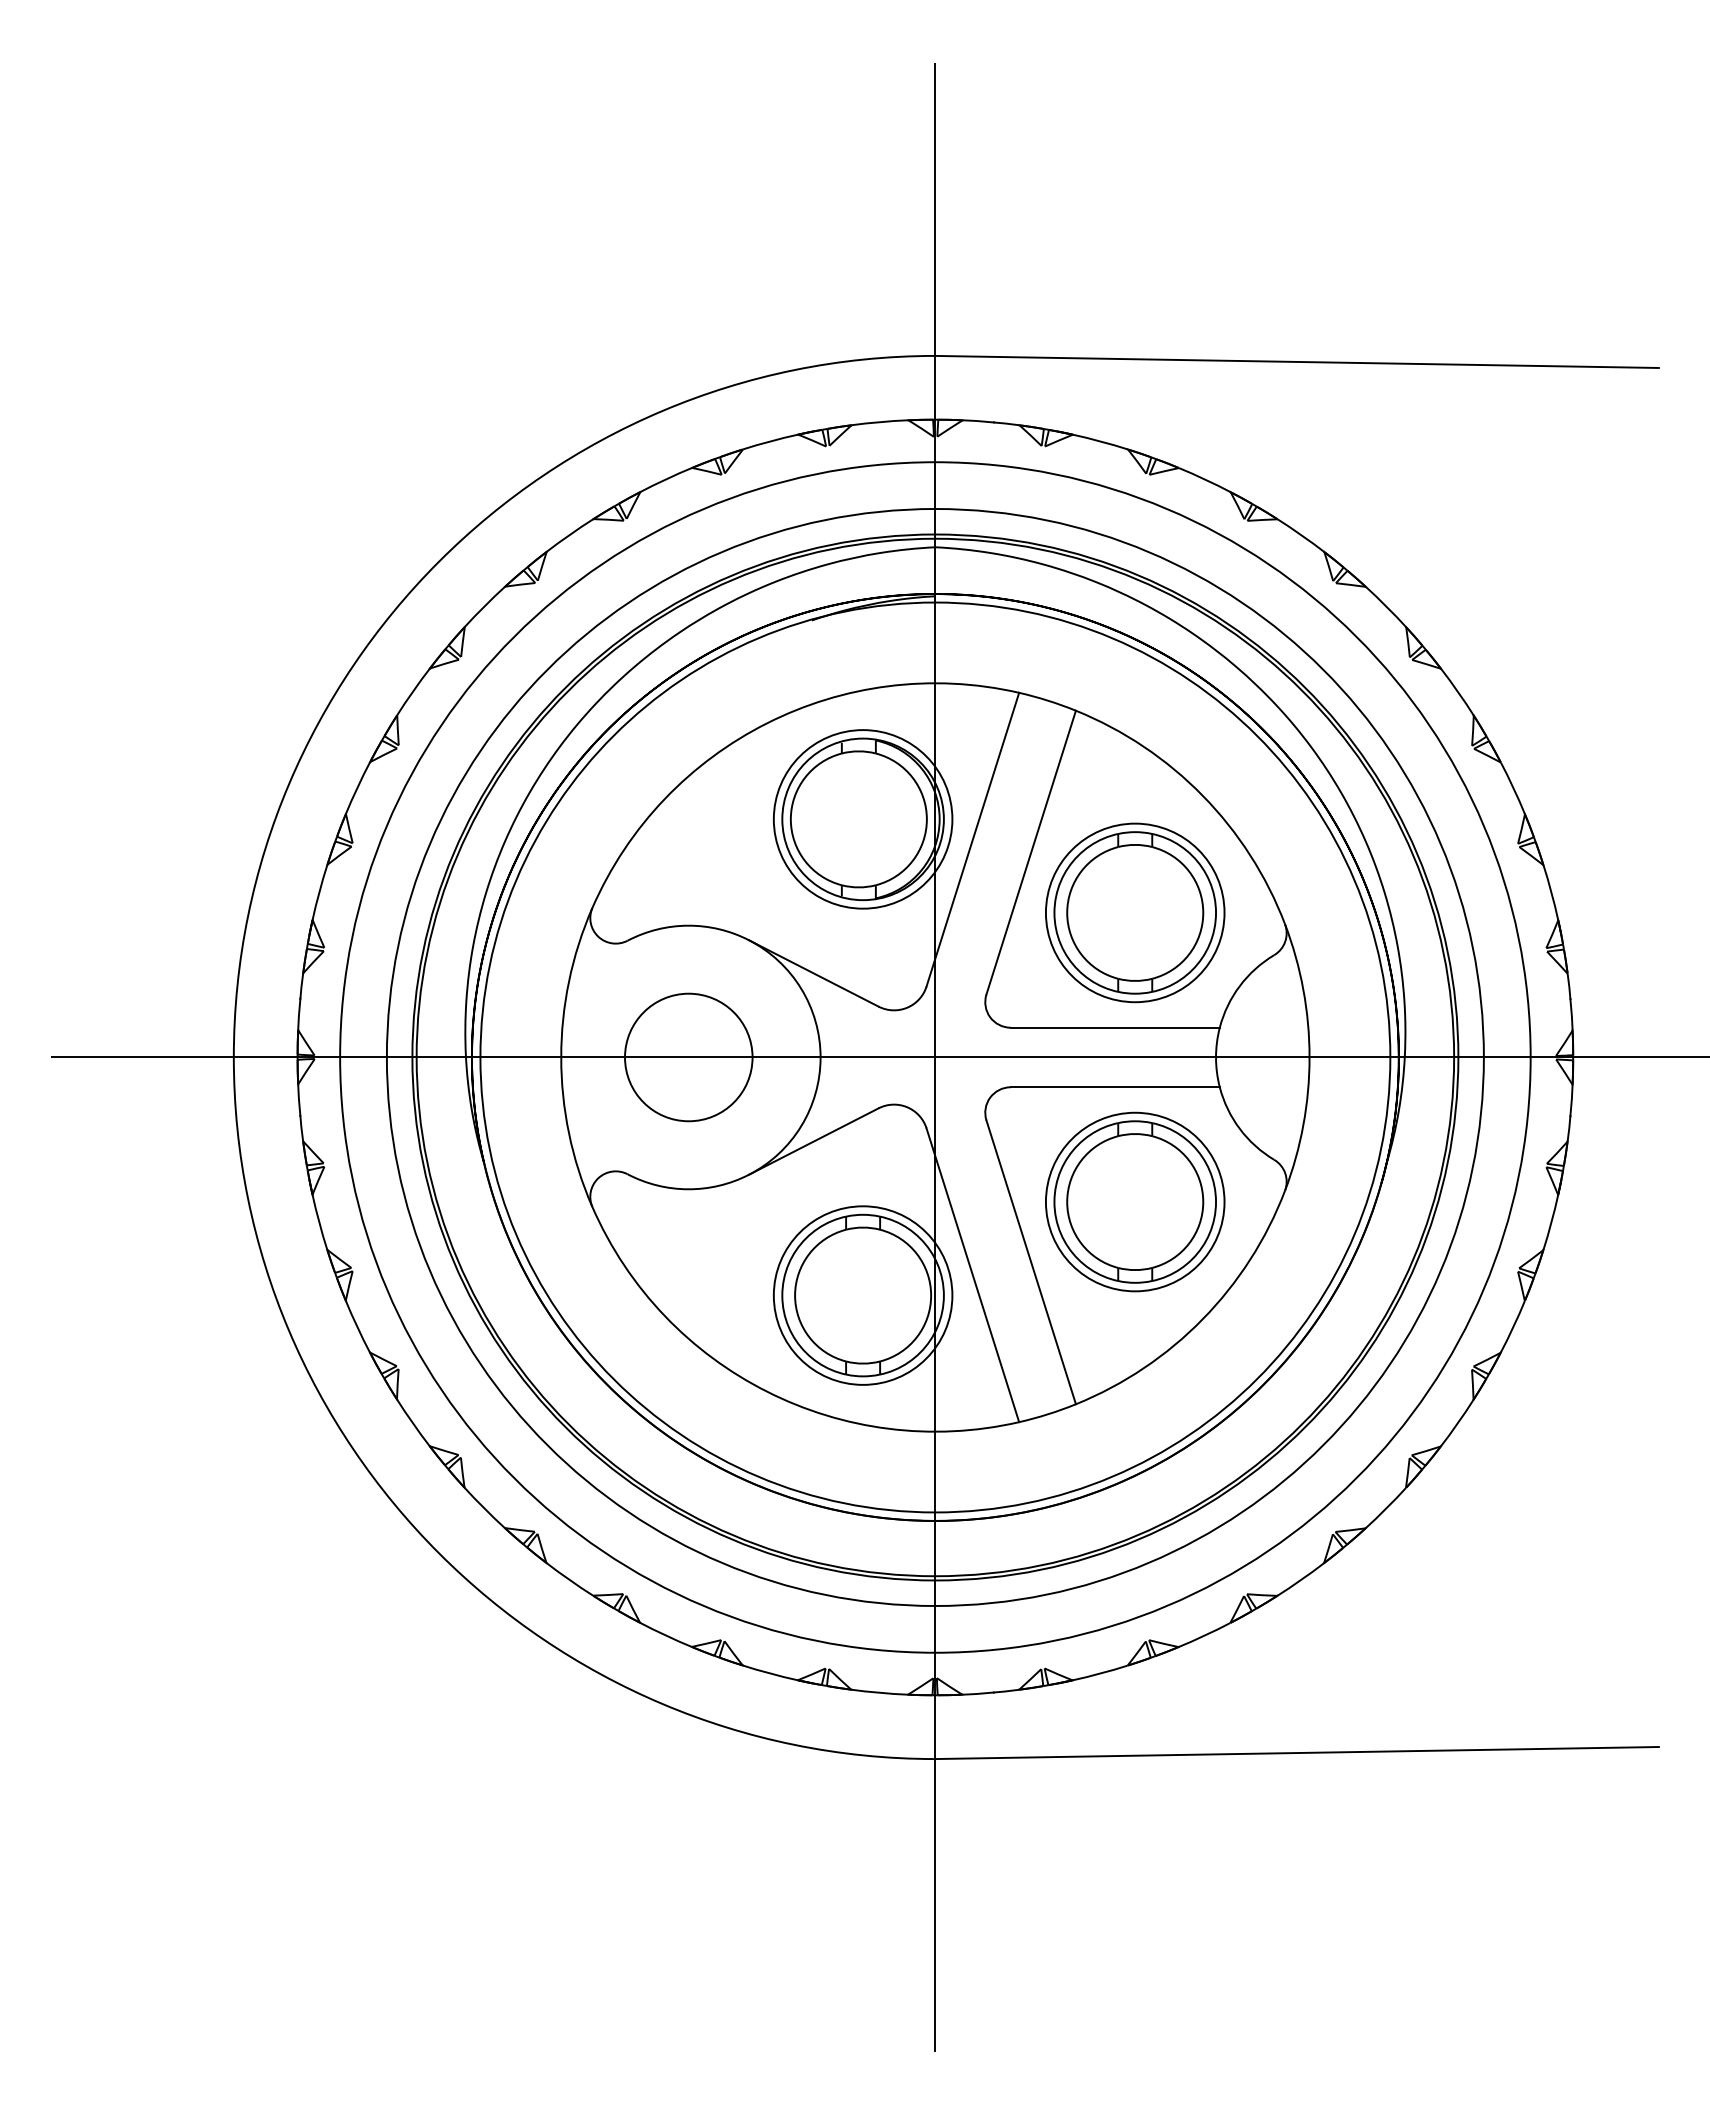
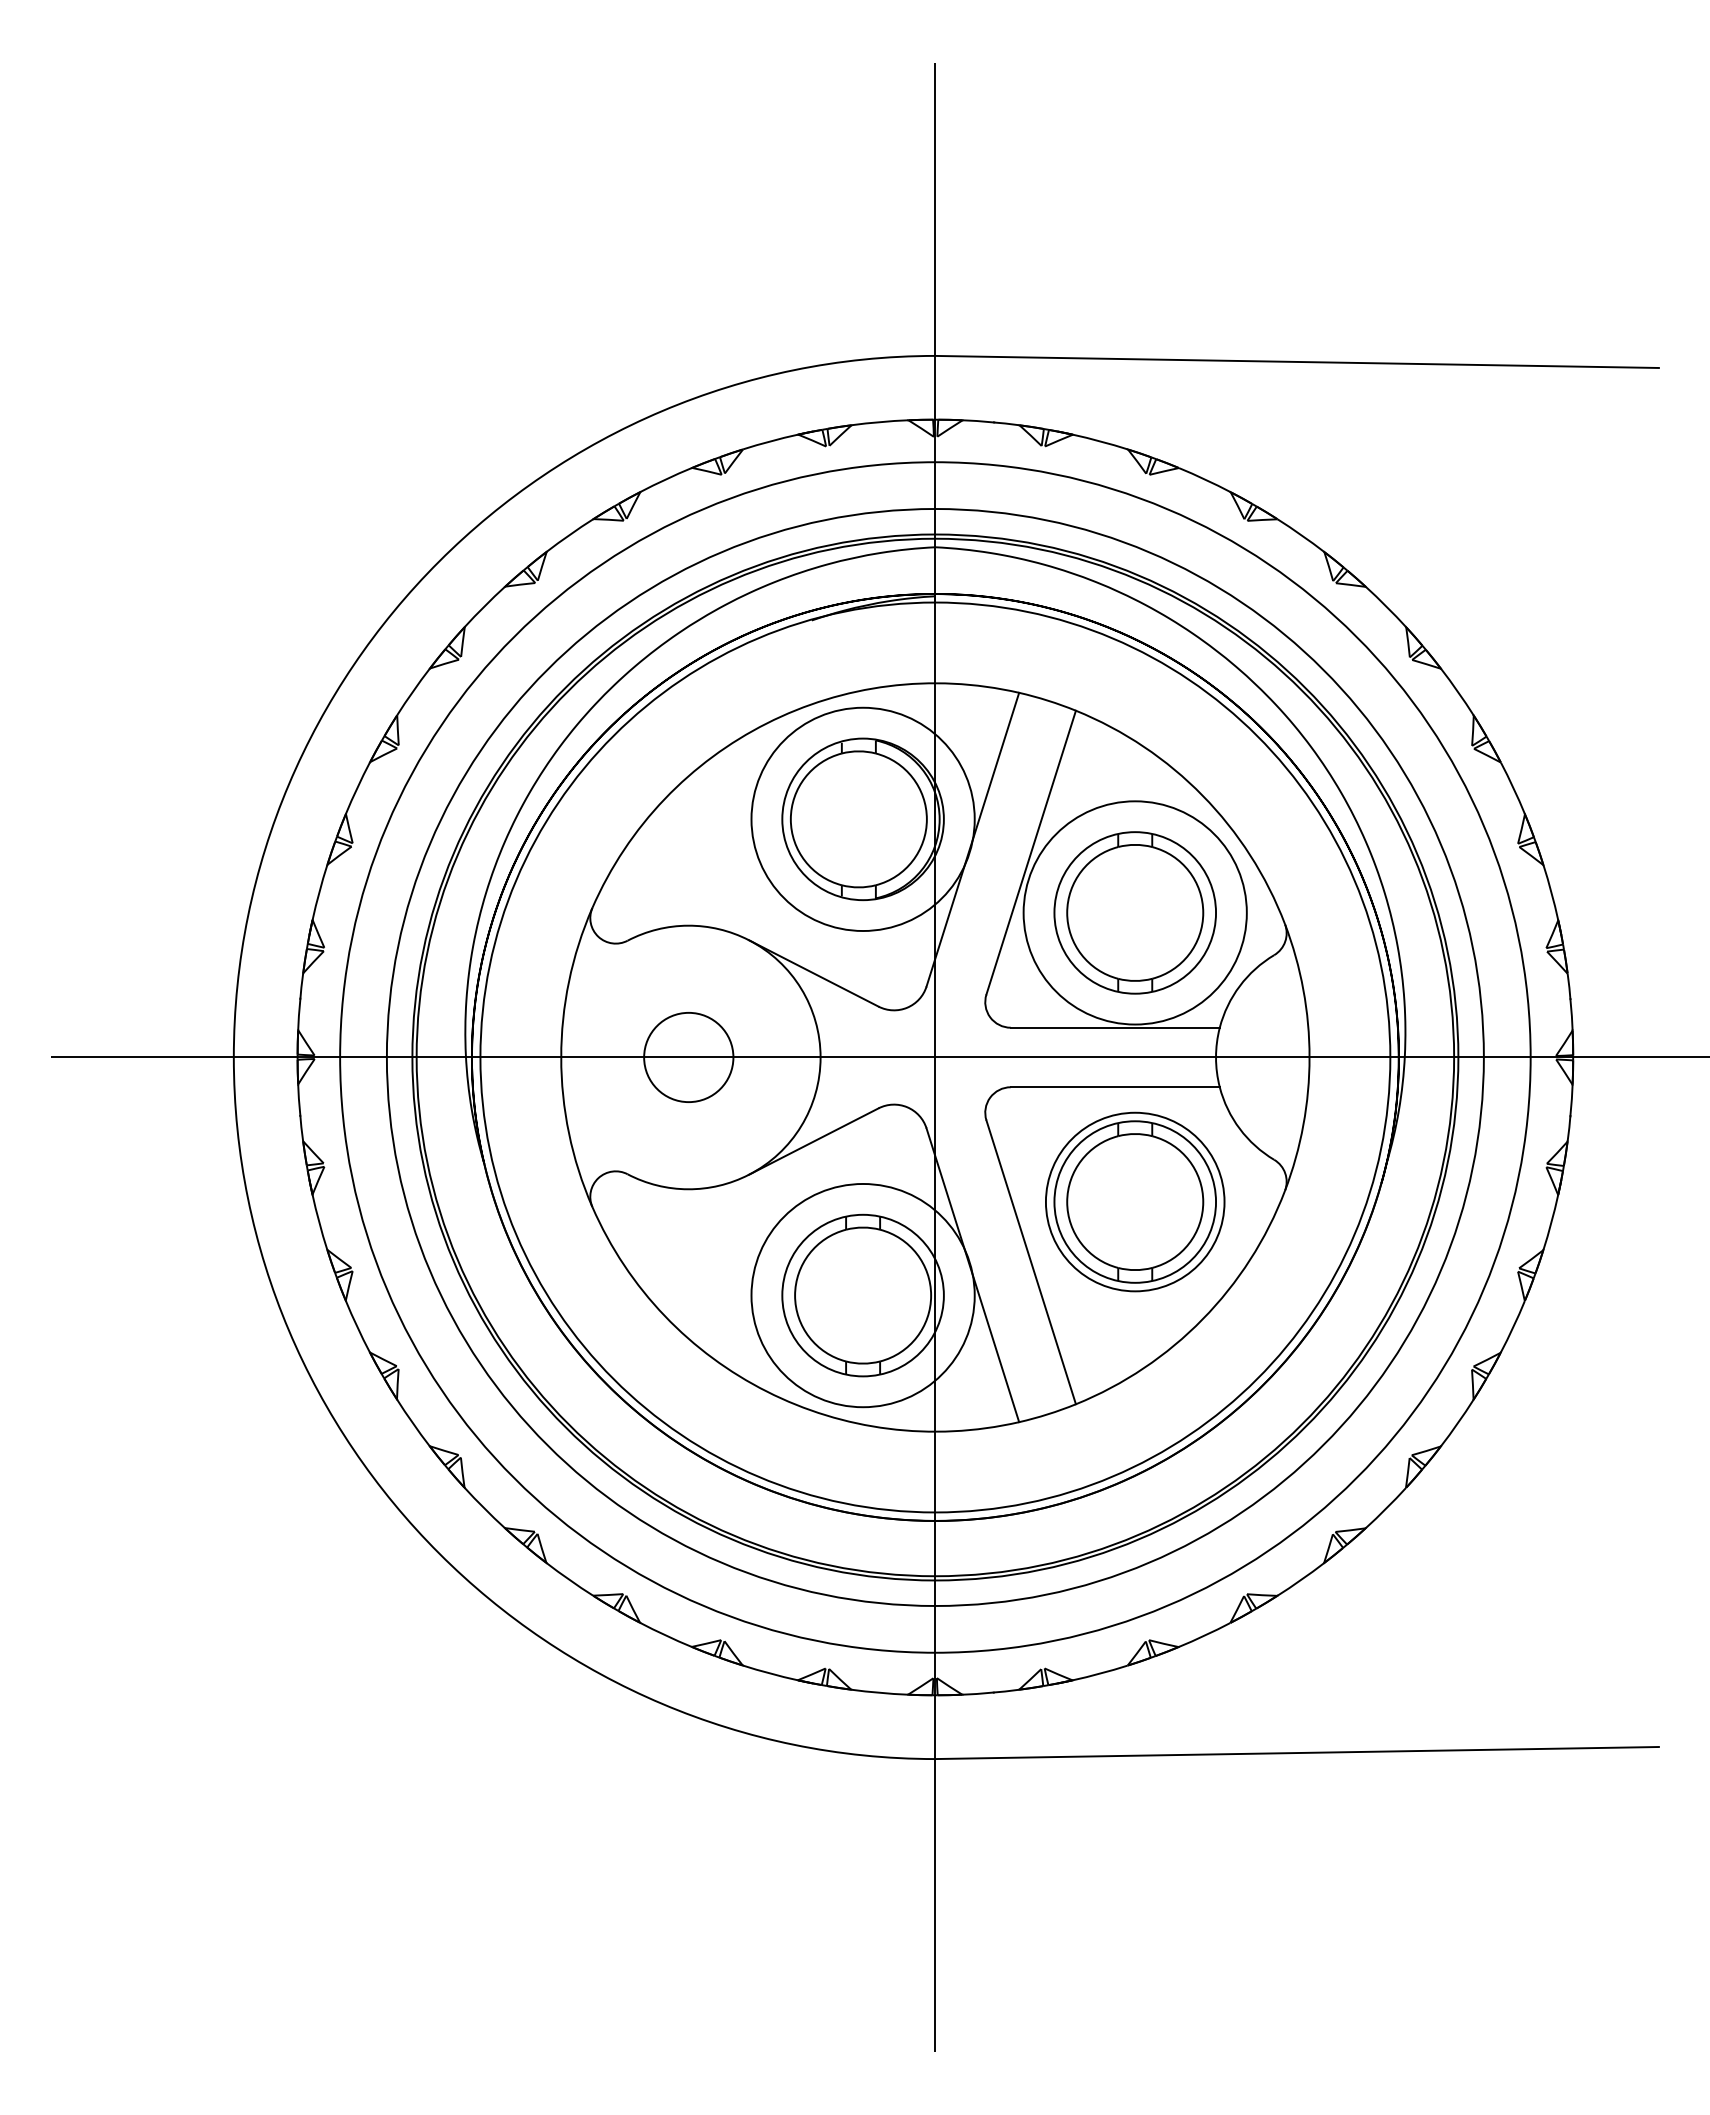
circle at (862, 819) diameter: 179 px -> 223 px
circle at (1134, 912) diameter: 179 px -> 223 px
circle at (688, 1057) diameter: 128 px -> 89 px
circle at (862, 1295) diameter: 179 px -> 223 px
